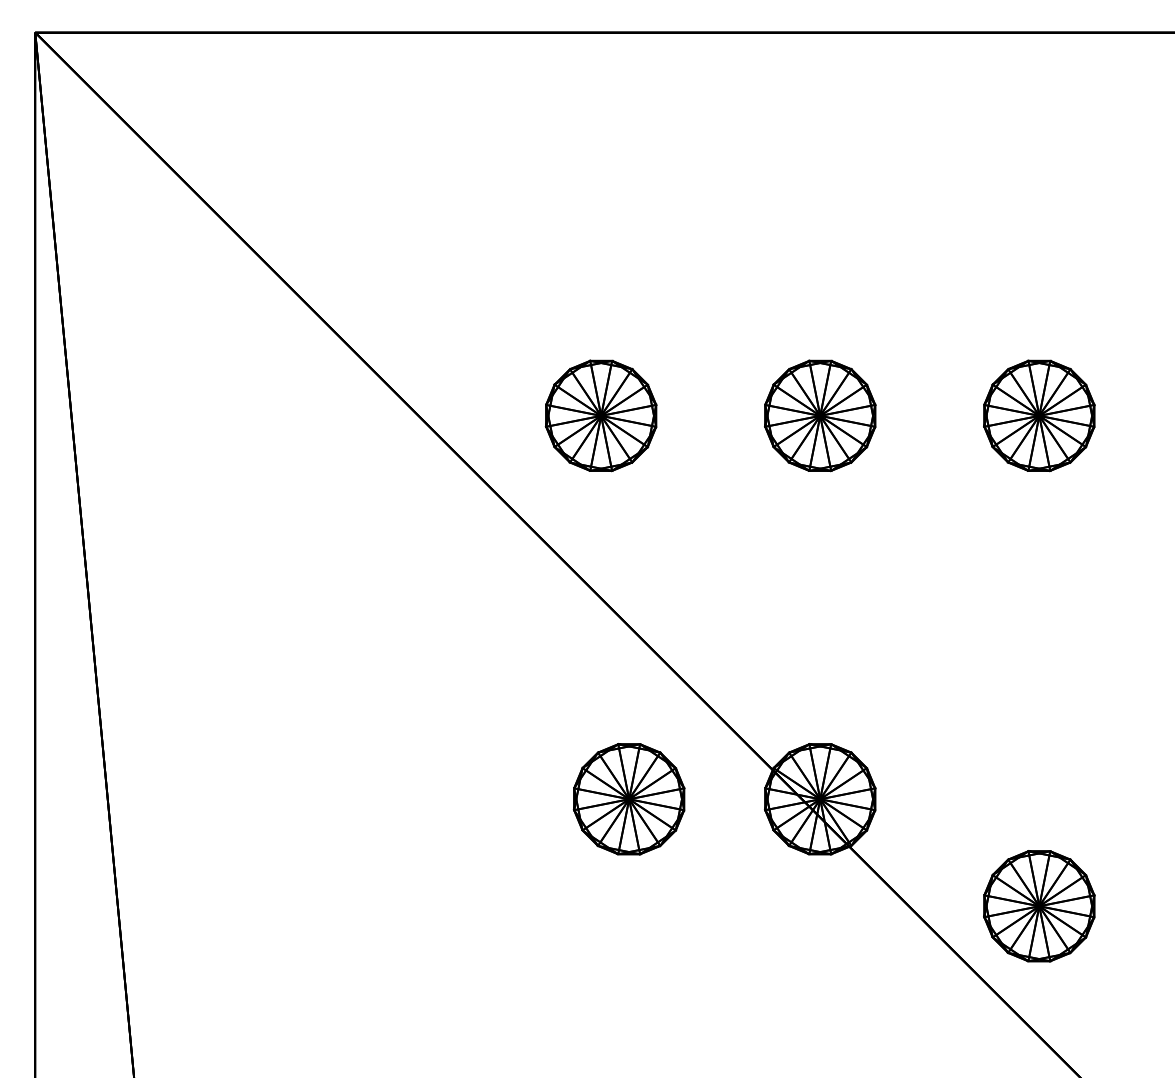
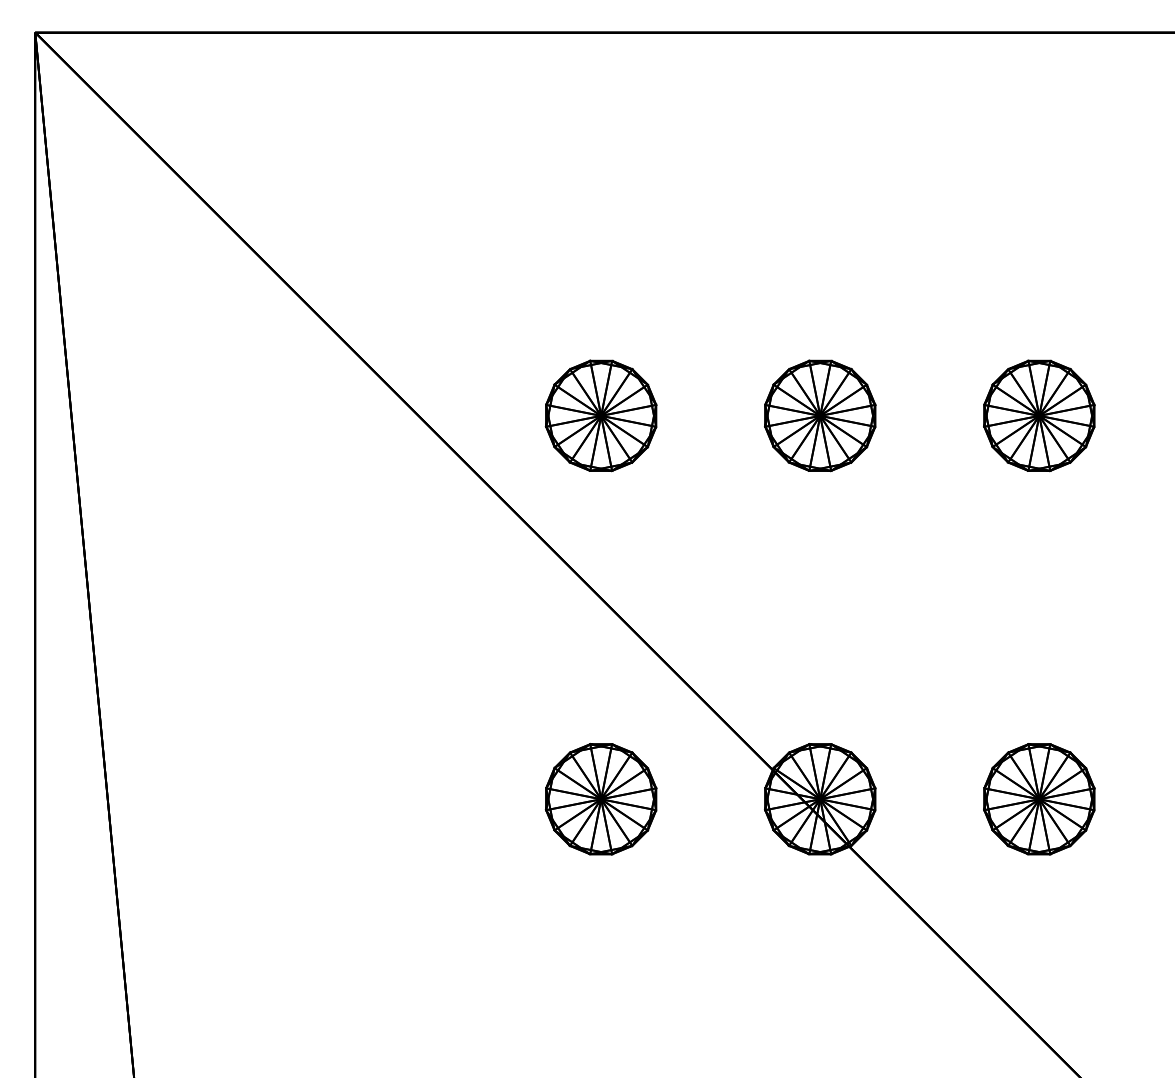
part at (628, 799) position: (628, 799) -> (600, 799)
part at (1039, 906) position: (1039, 906) -> (1039, 799)
